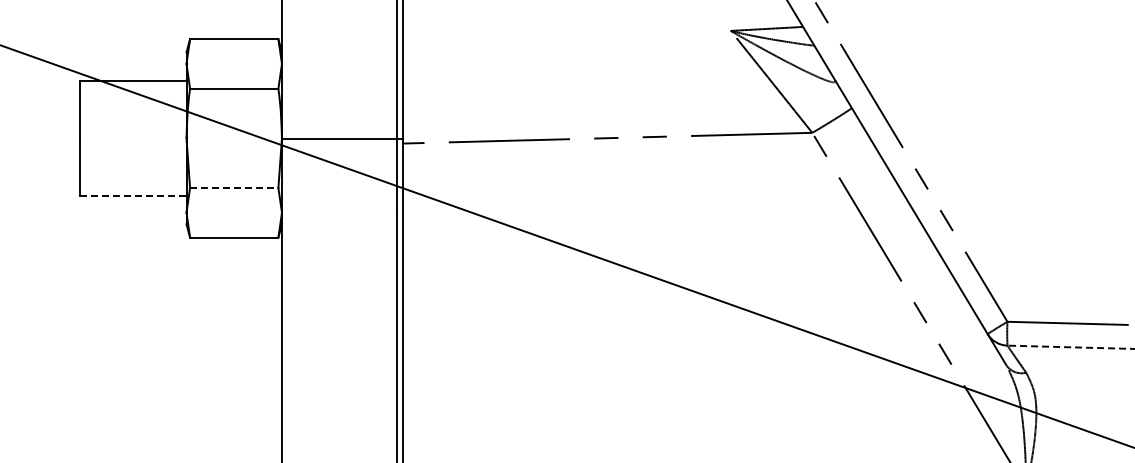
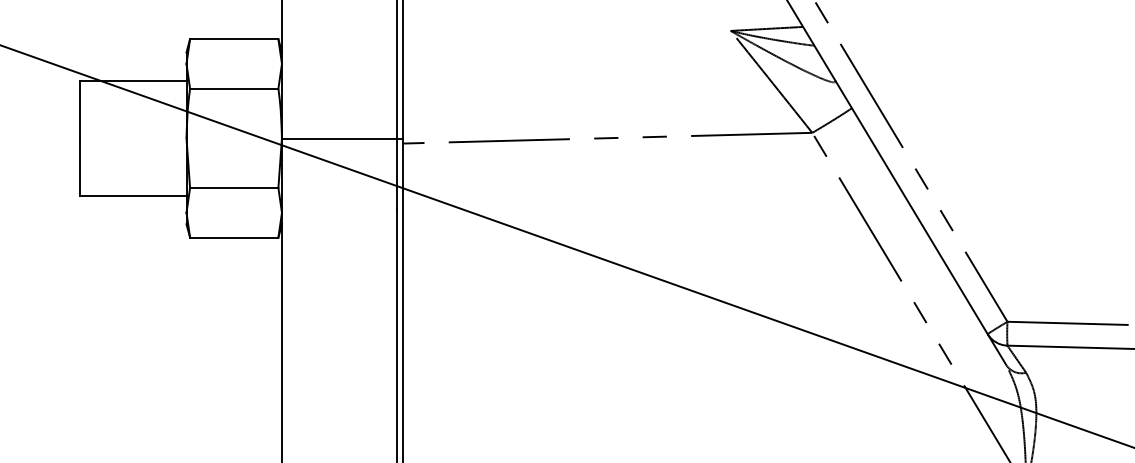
line at (234, 187): dashed -> solid
line at (133, 195): dashed -> solid
line at (1070, 347): dashed -> solid
